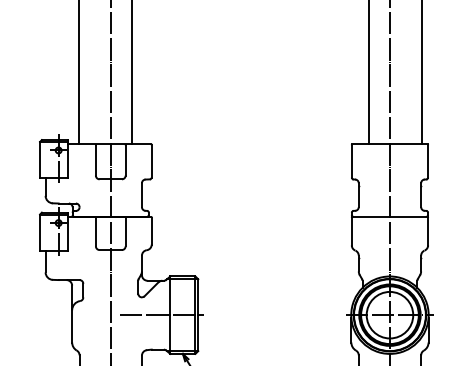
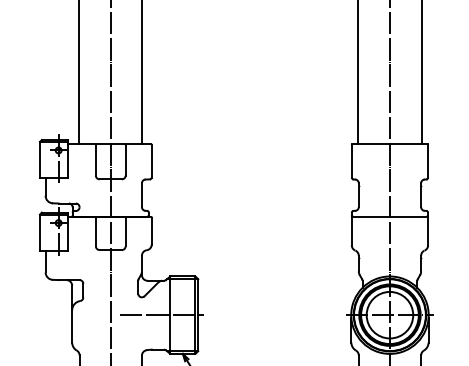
line at (132, 72) position: (132, 72) -> (142, 72)
line at (369, 72) position: (369, 72) -> (358, 72)
